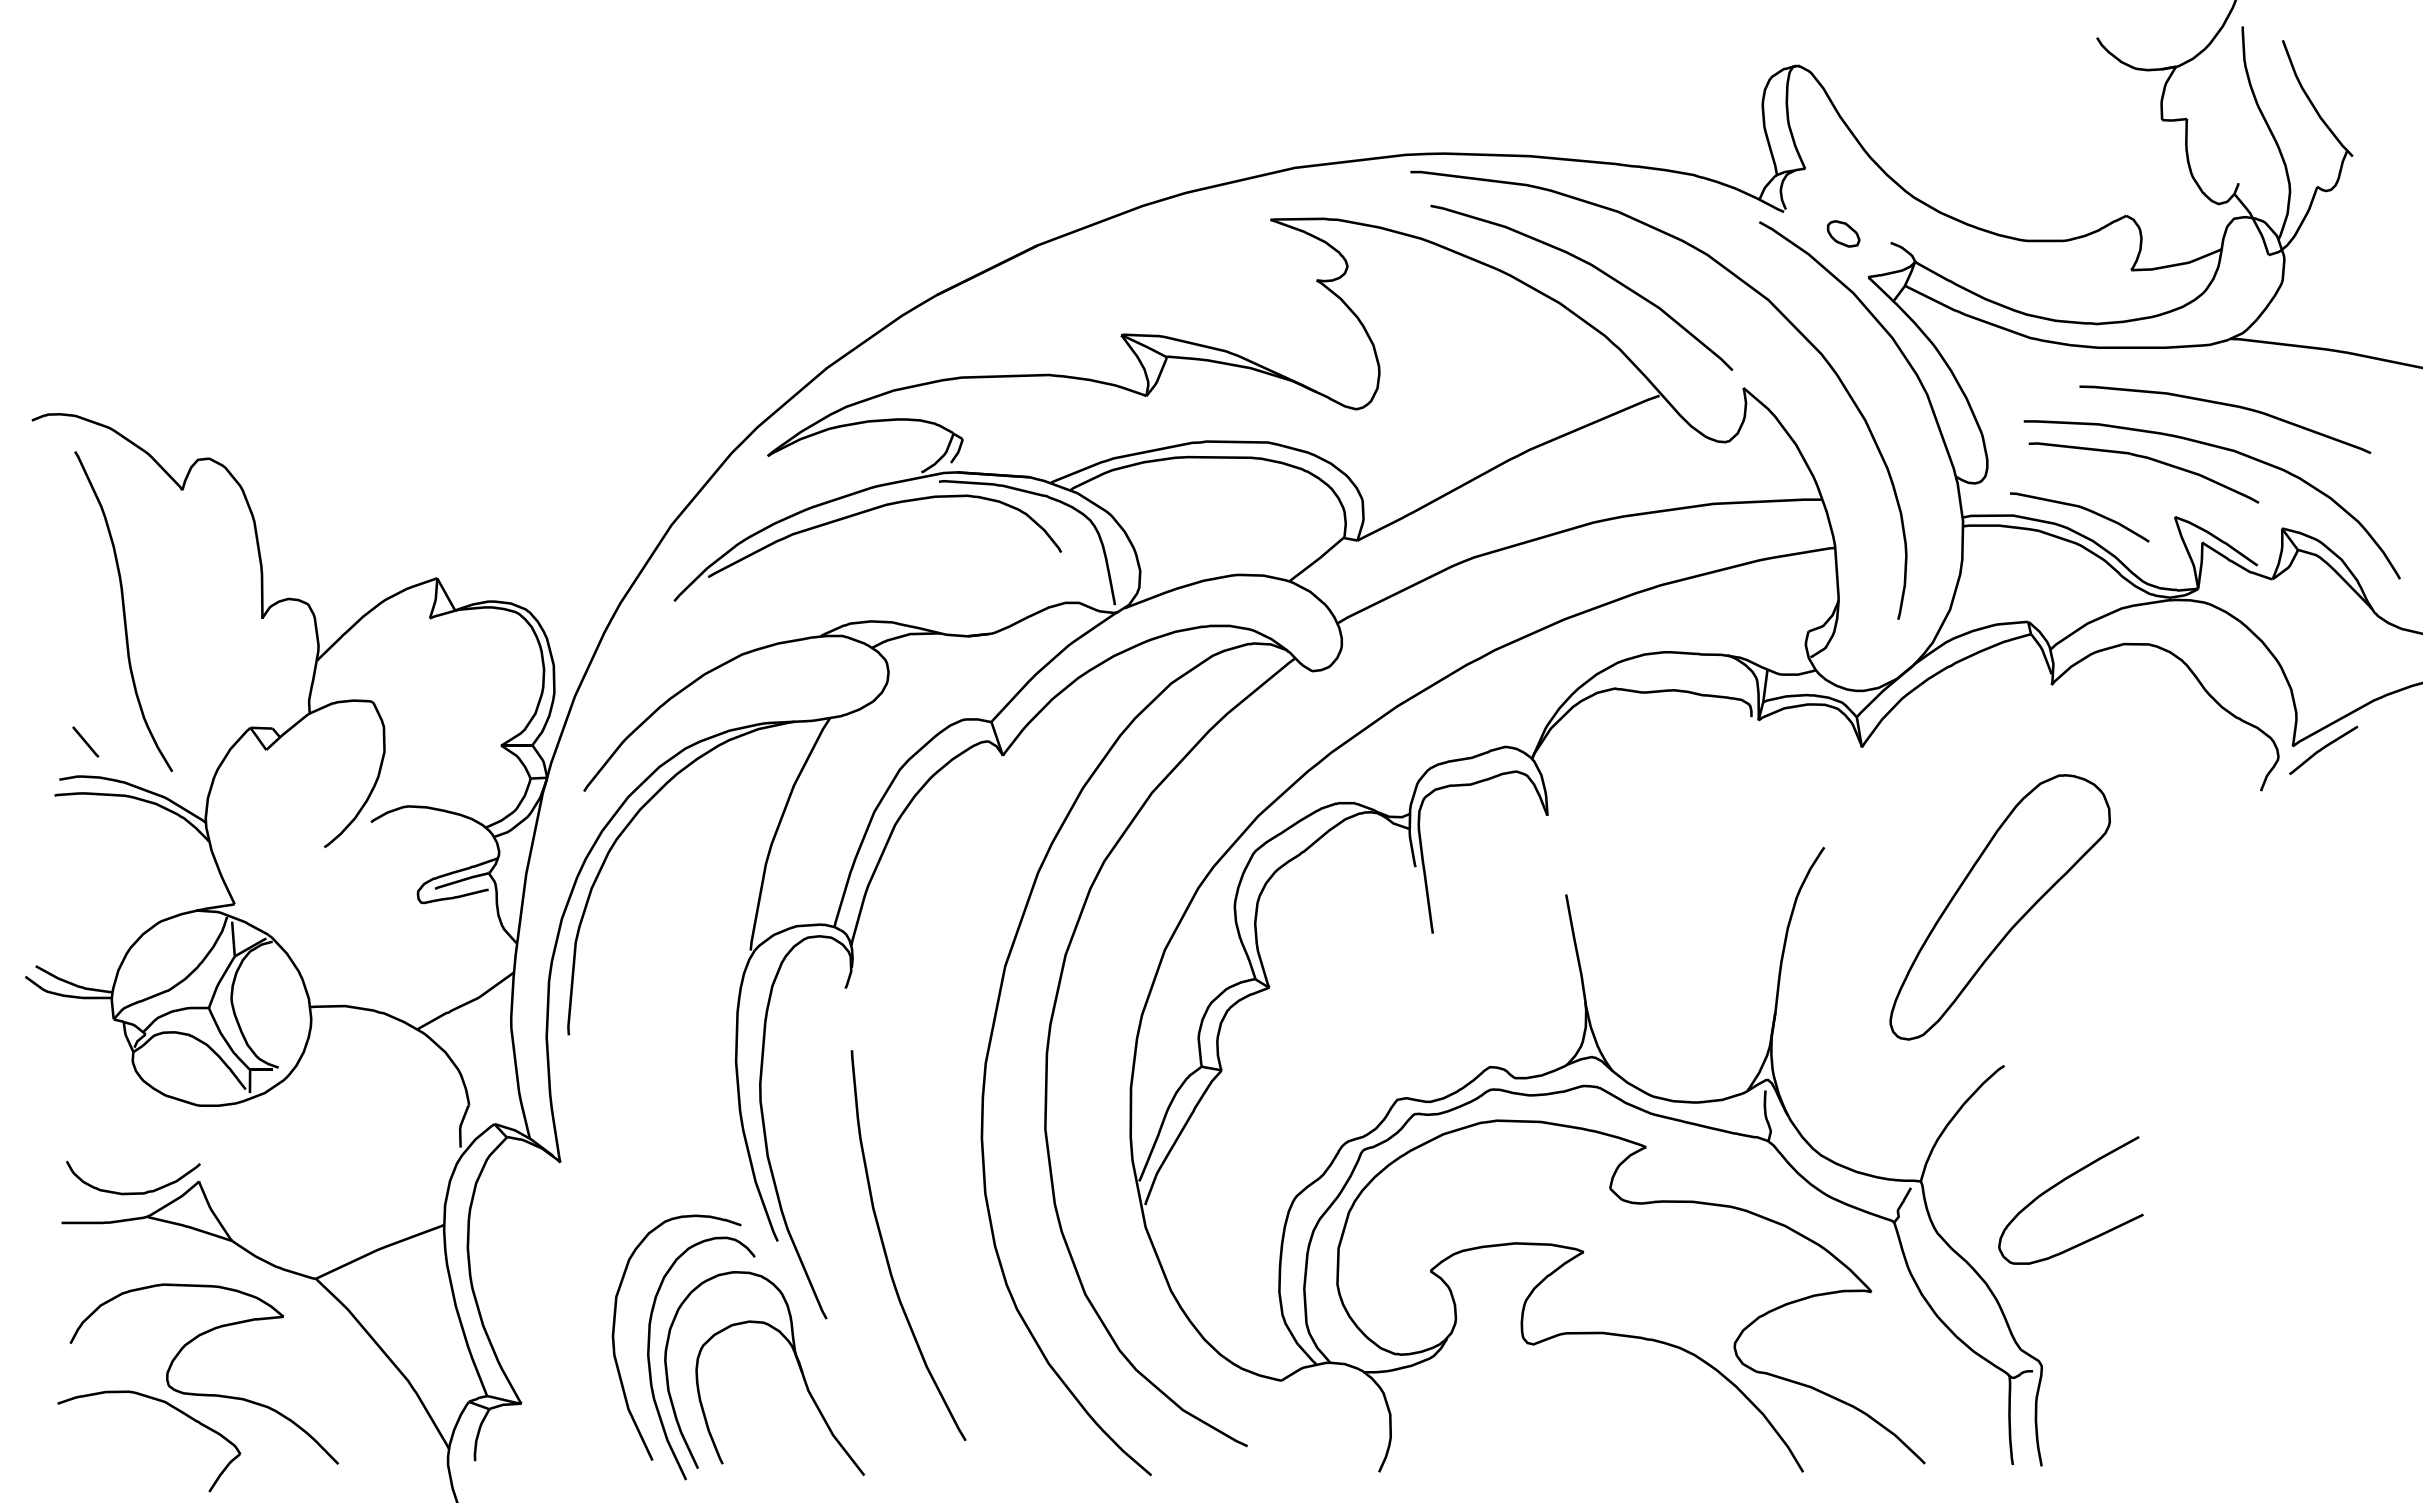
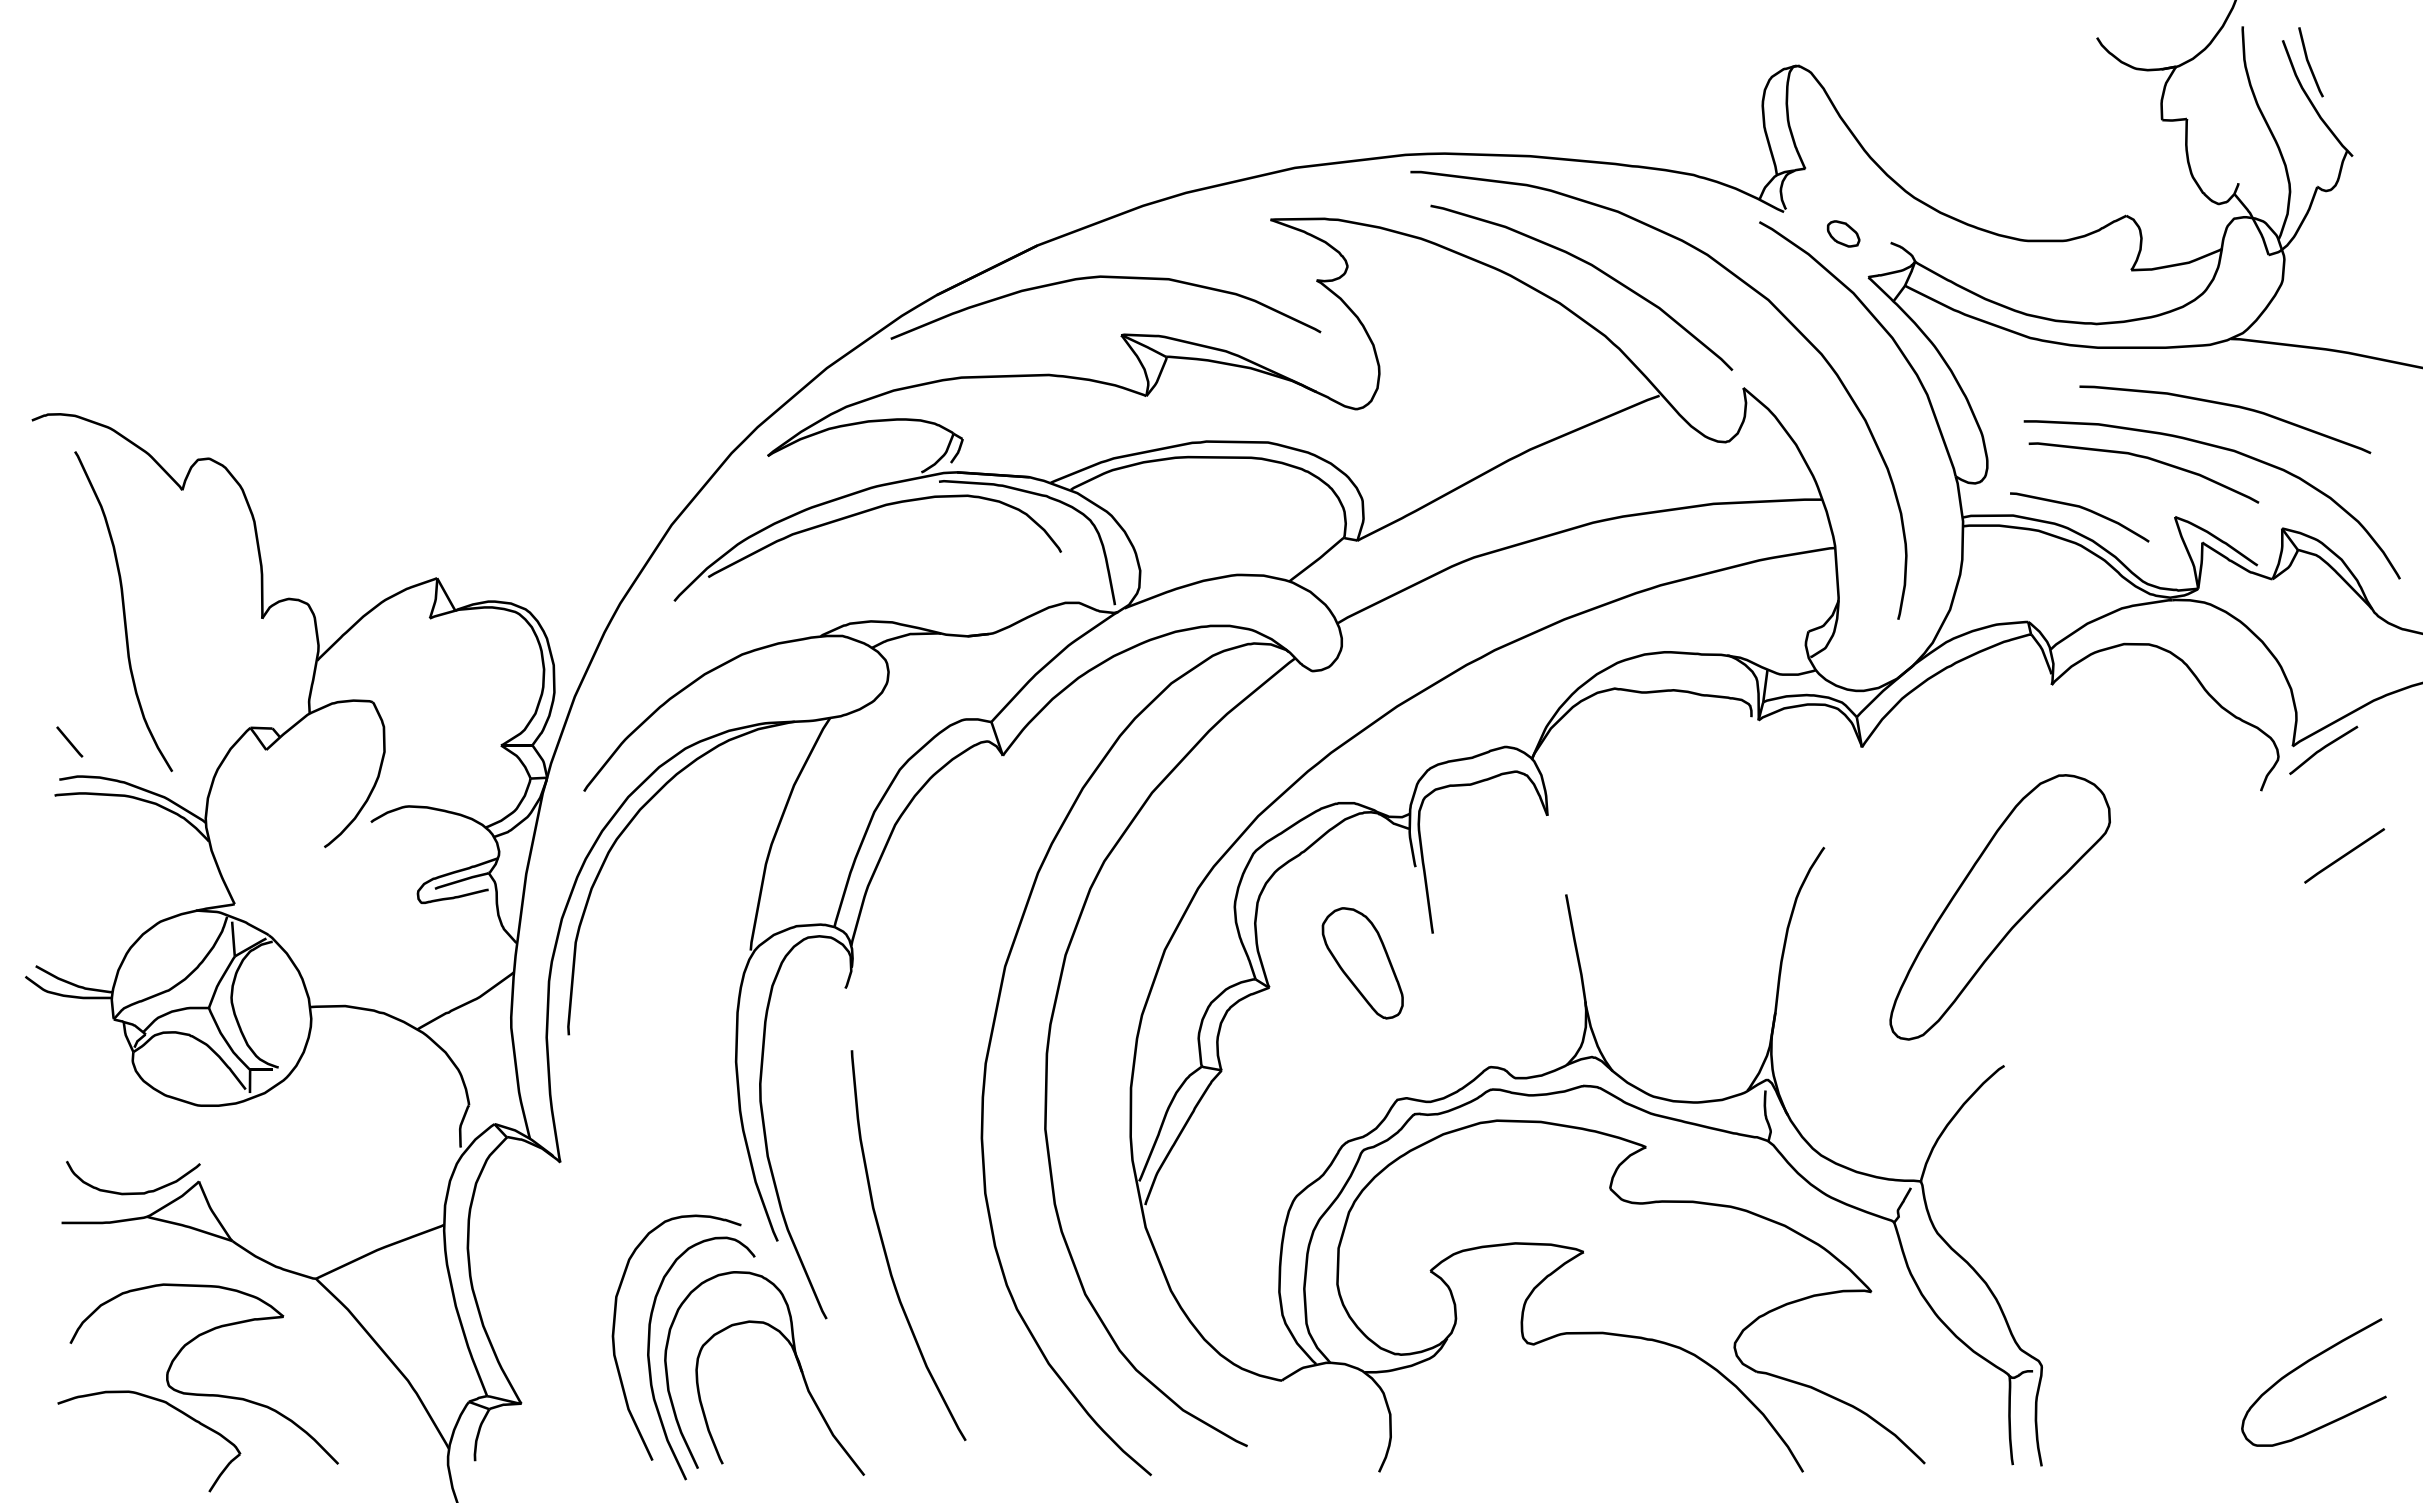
line at (2309, 62): none -> present
curve at (1106, 278): none -> present
line at (85, 741) position: (85, 741) -> (69, 741)
line at (2344, 855): none -> present
part at (1362, 963): none -> present
curve at (2059, 1184) position: (2059, 1184) -> (2302, 1366)
